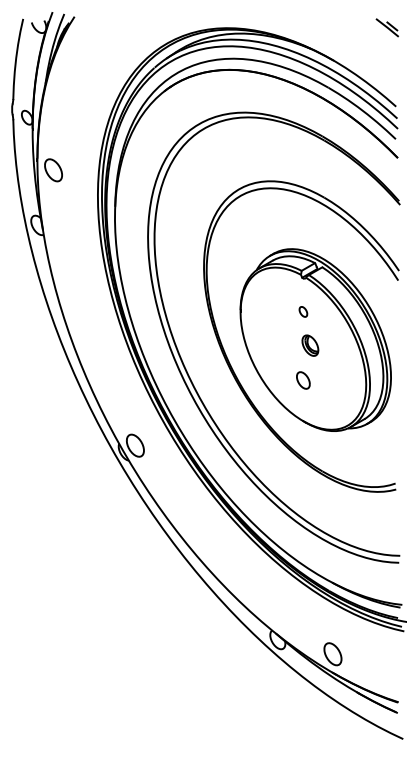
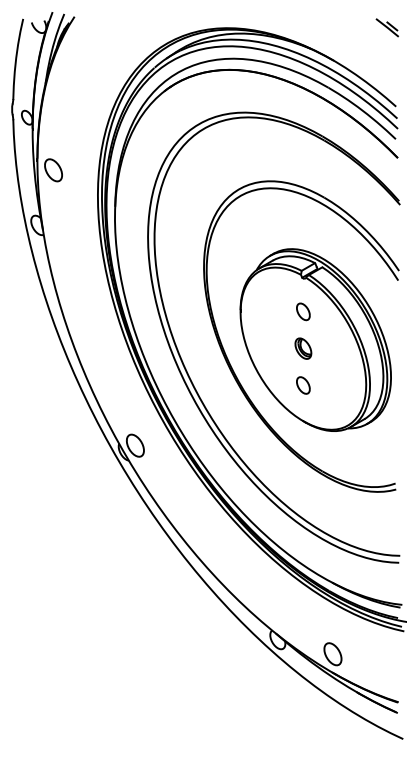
part at (303, 311) size: 11x12 px -> 15x20 px
part at (310, 345) position: (310, 345) -> (303, 348)
part at (303, 380) position: (303, 380) -> (303, 385)
